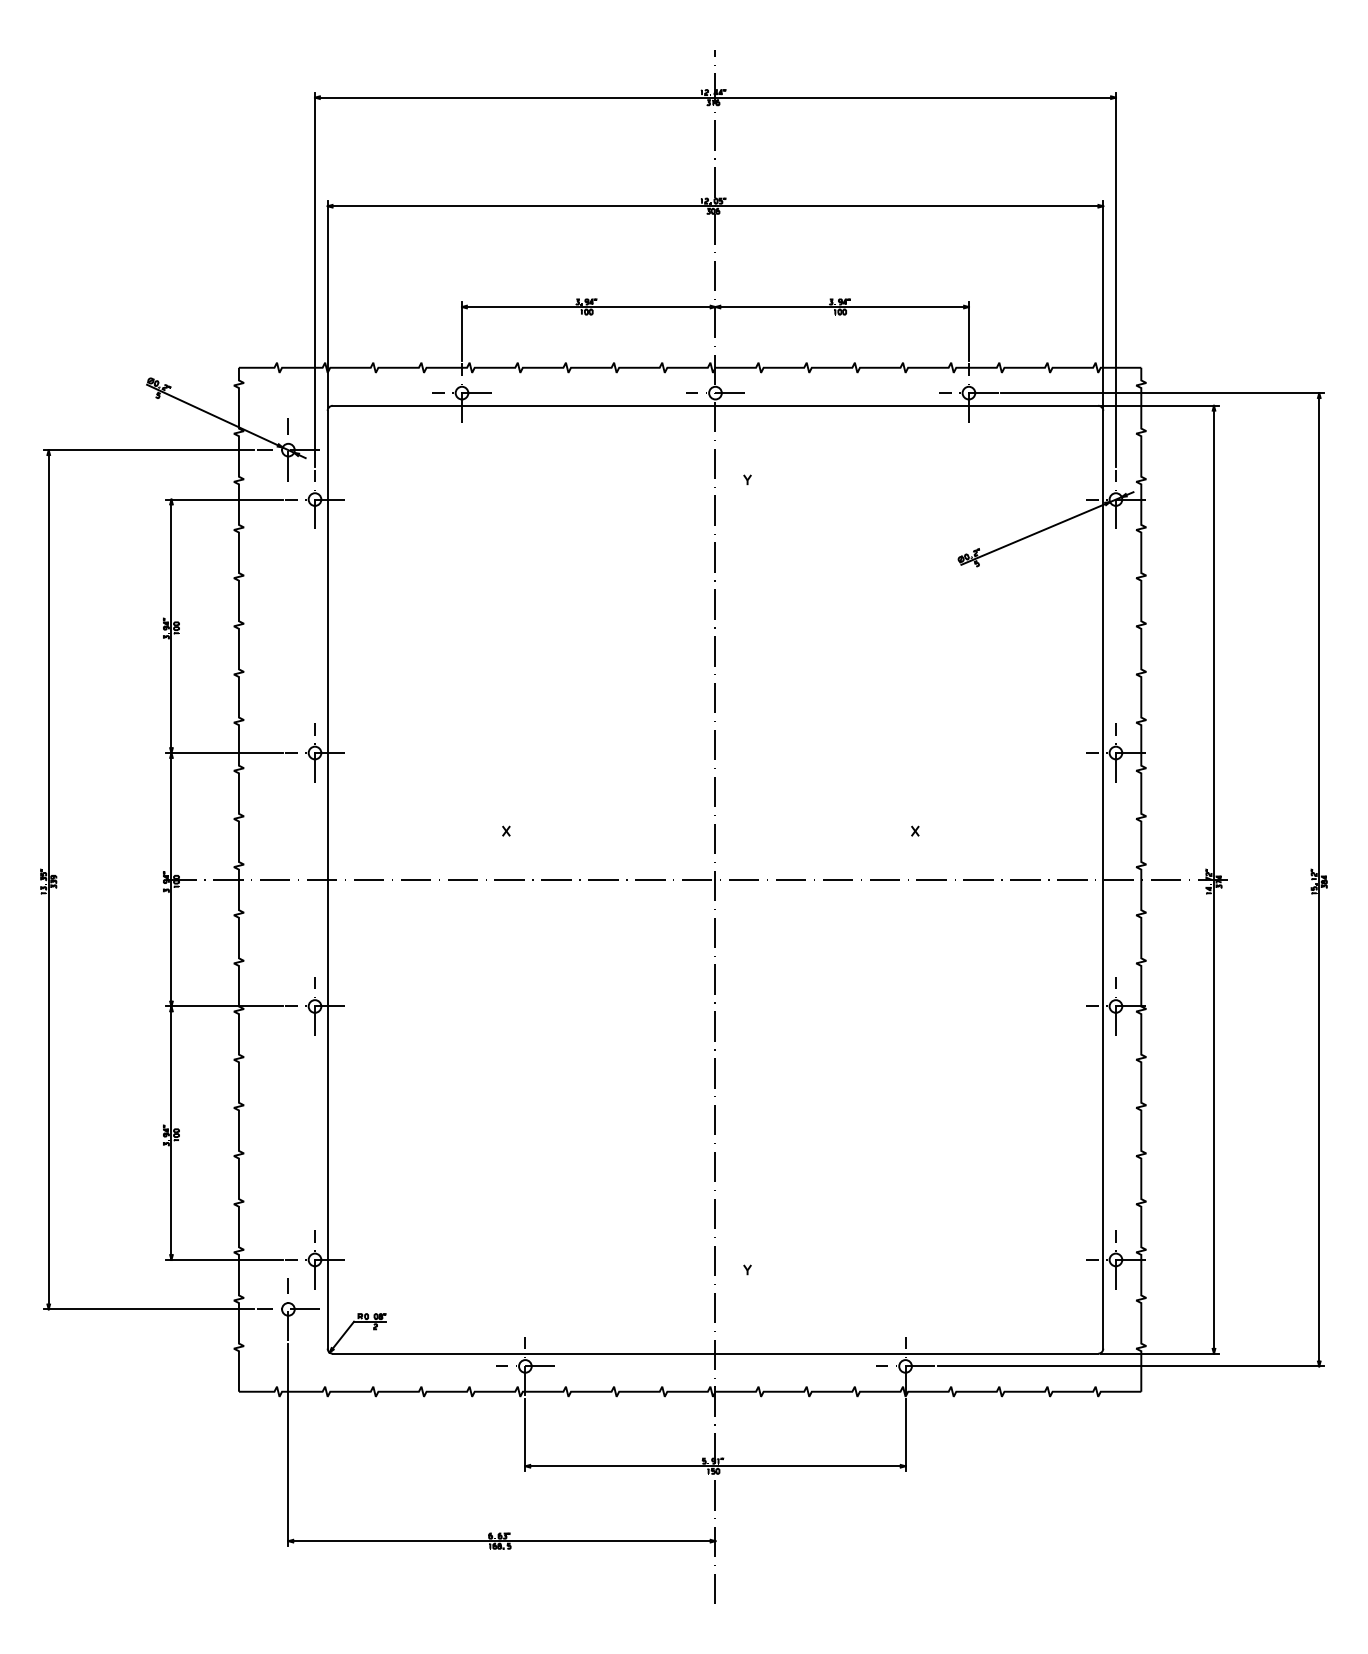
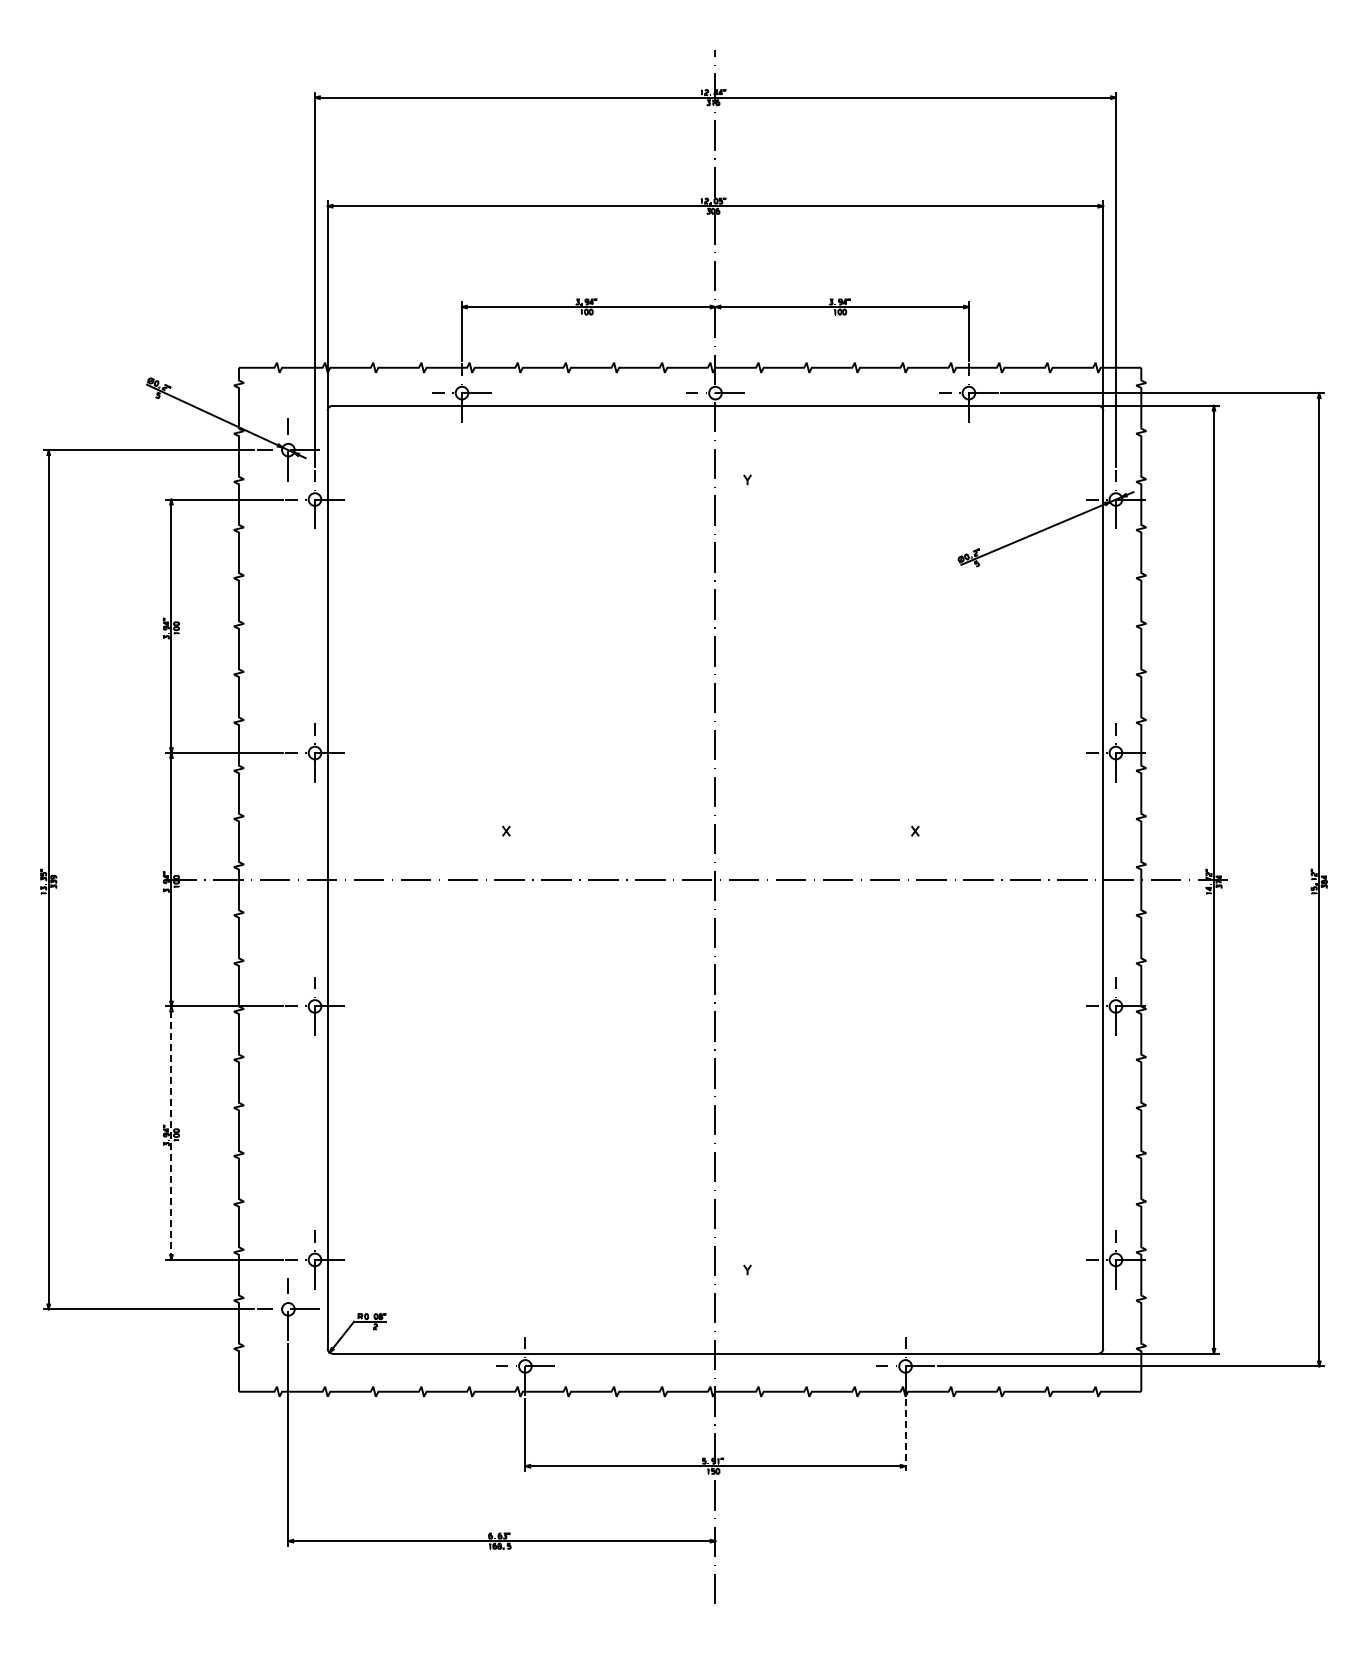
line at (171, 1133): solid -> dashed
line at (905, 1435): solid -> dashed
